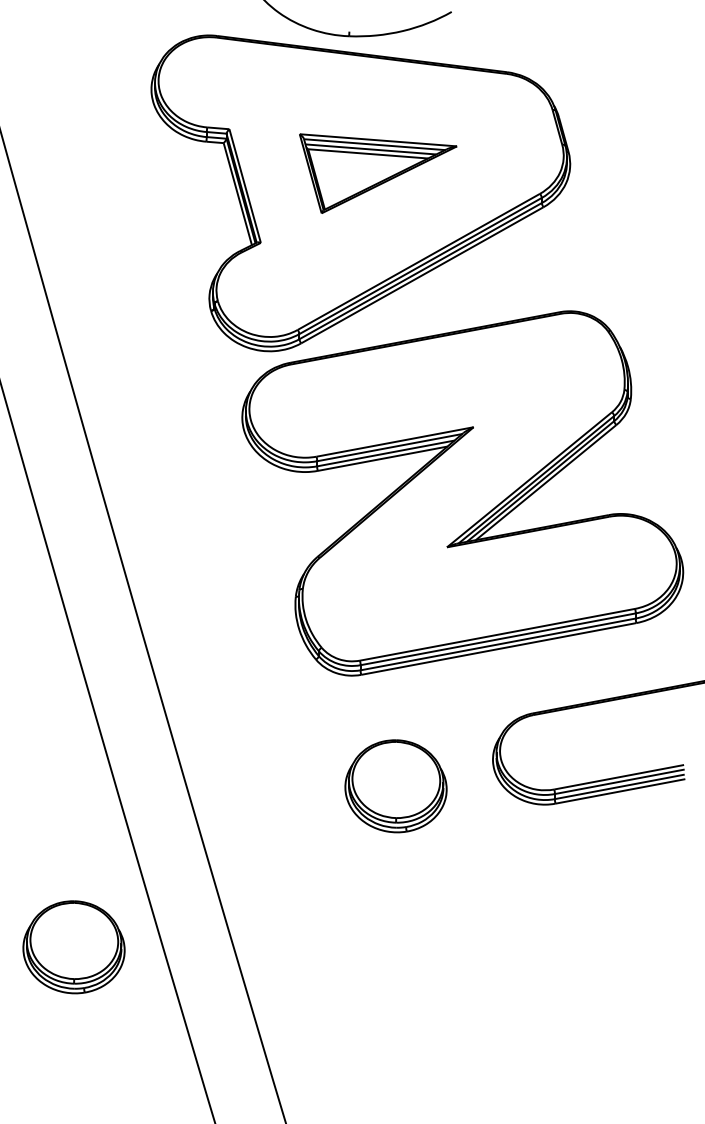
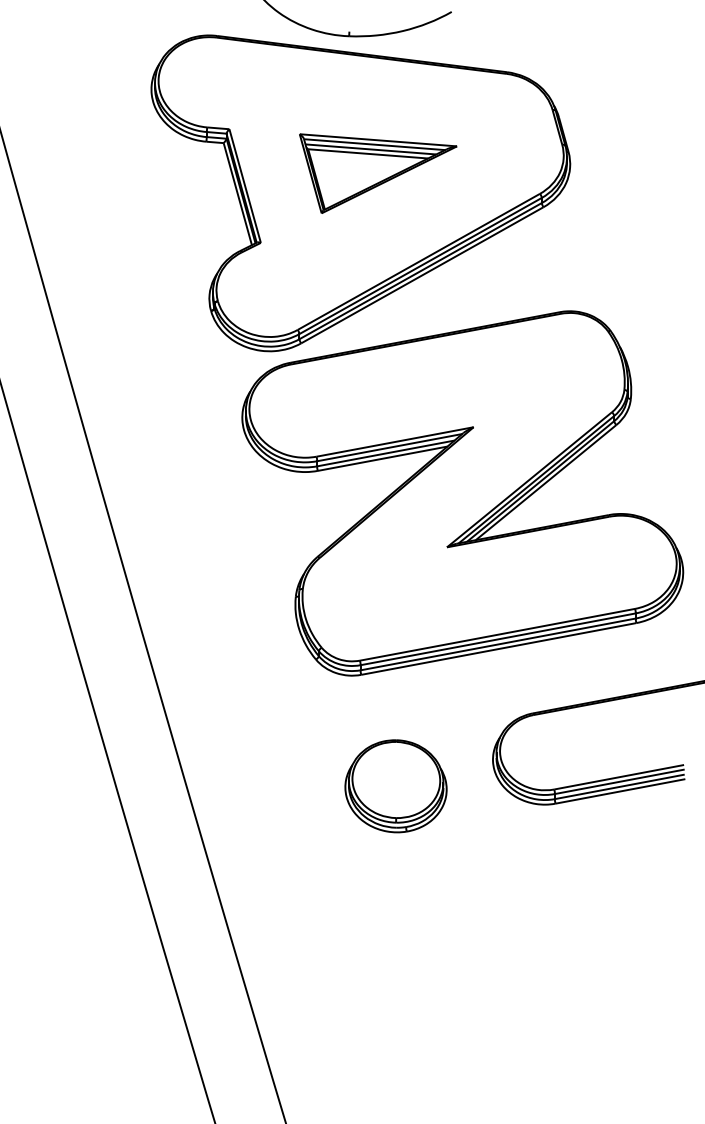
part at (73, 947): present -> none
